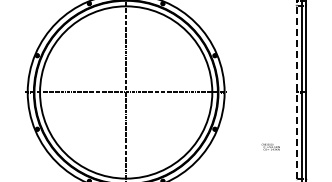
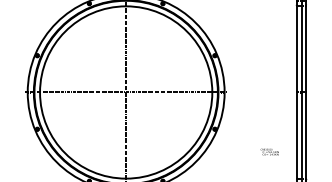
line at (296, 91): dashed -> solid
text at (270, 146) position: (270, 146) -> (269, 151)
